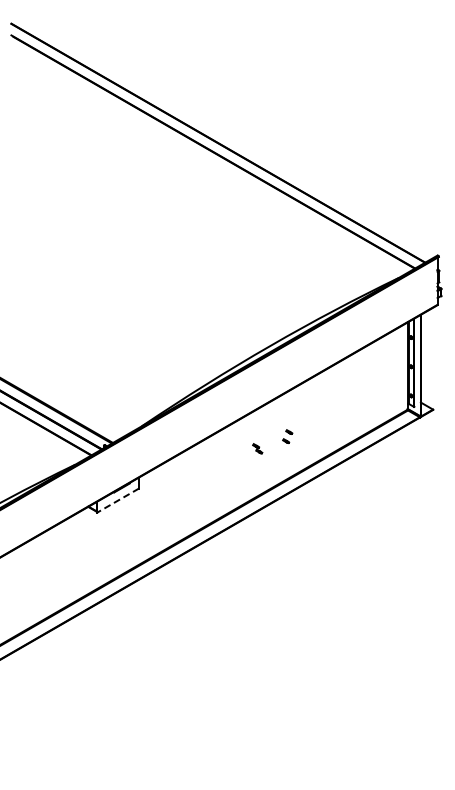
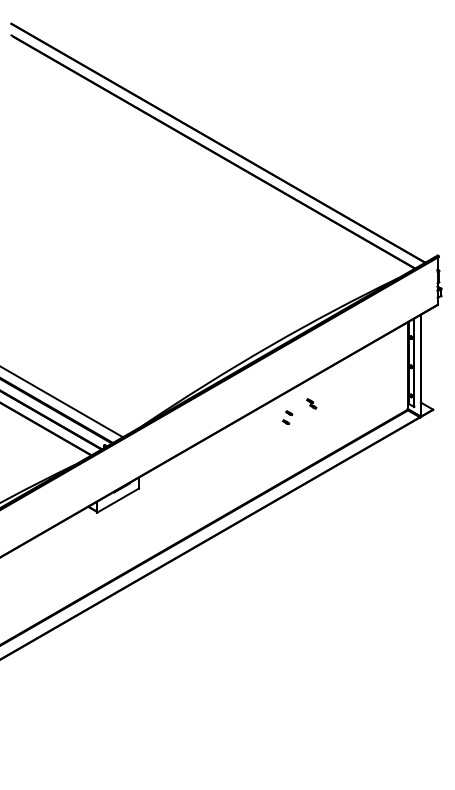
line at (62, 402): none -> present
part at (287, 436) position: (287, 436) -> (287, 417)
part at (257, 448) position: (257, 448) -> (311, 403)
line at (117, 500): dashed -> solid
